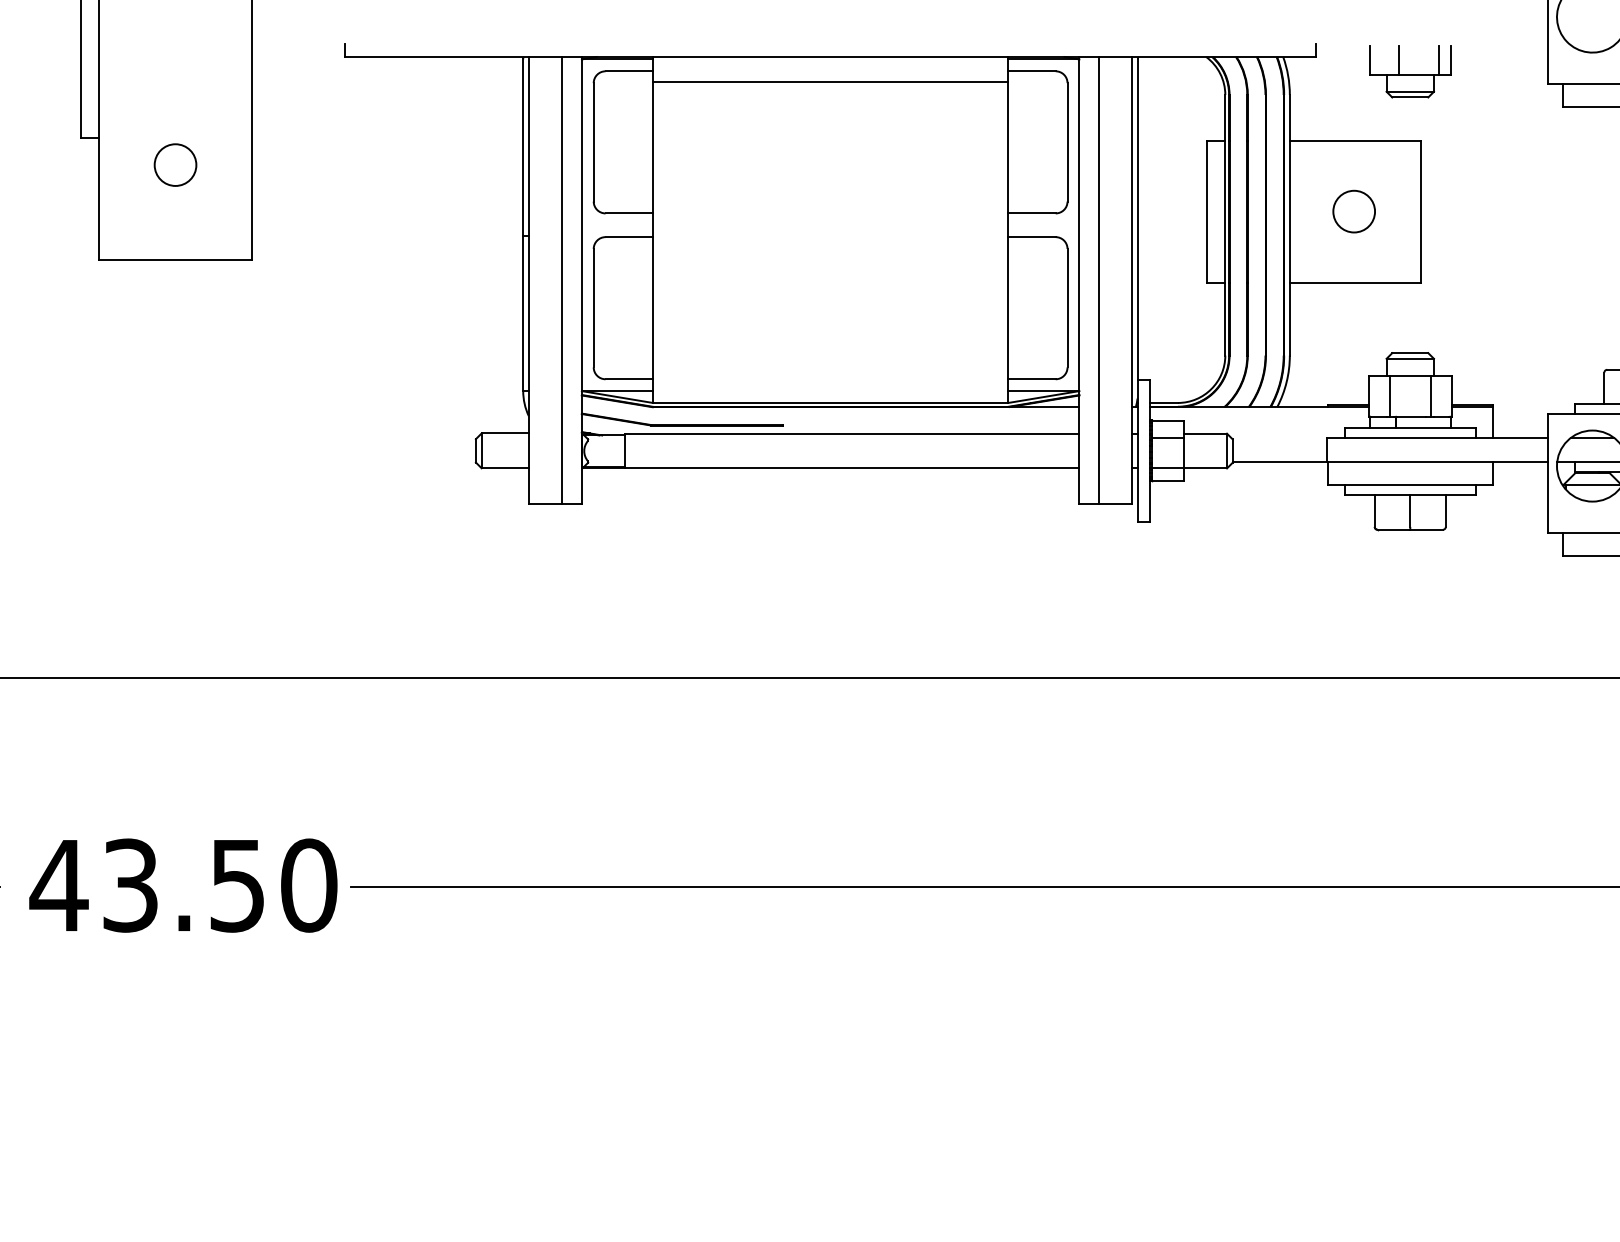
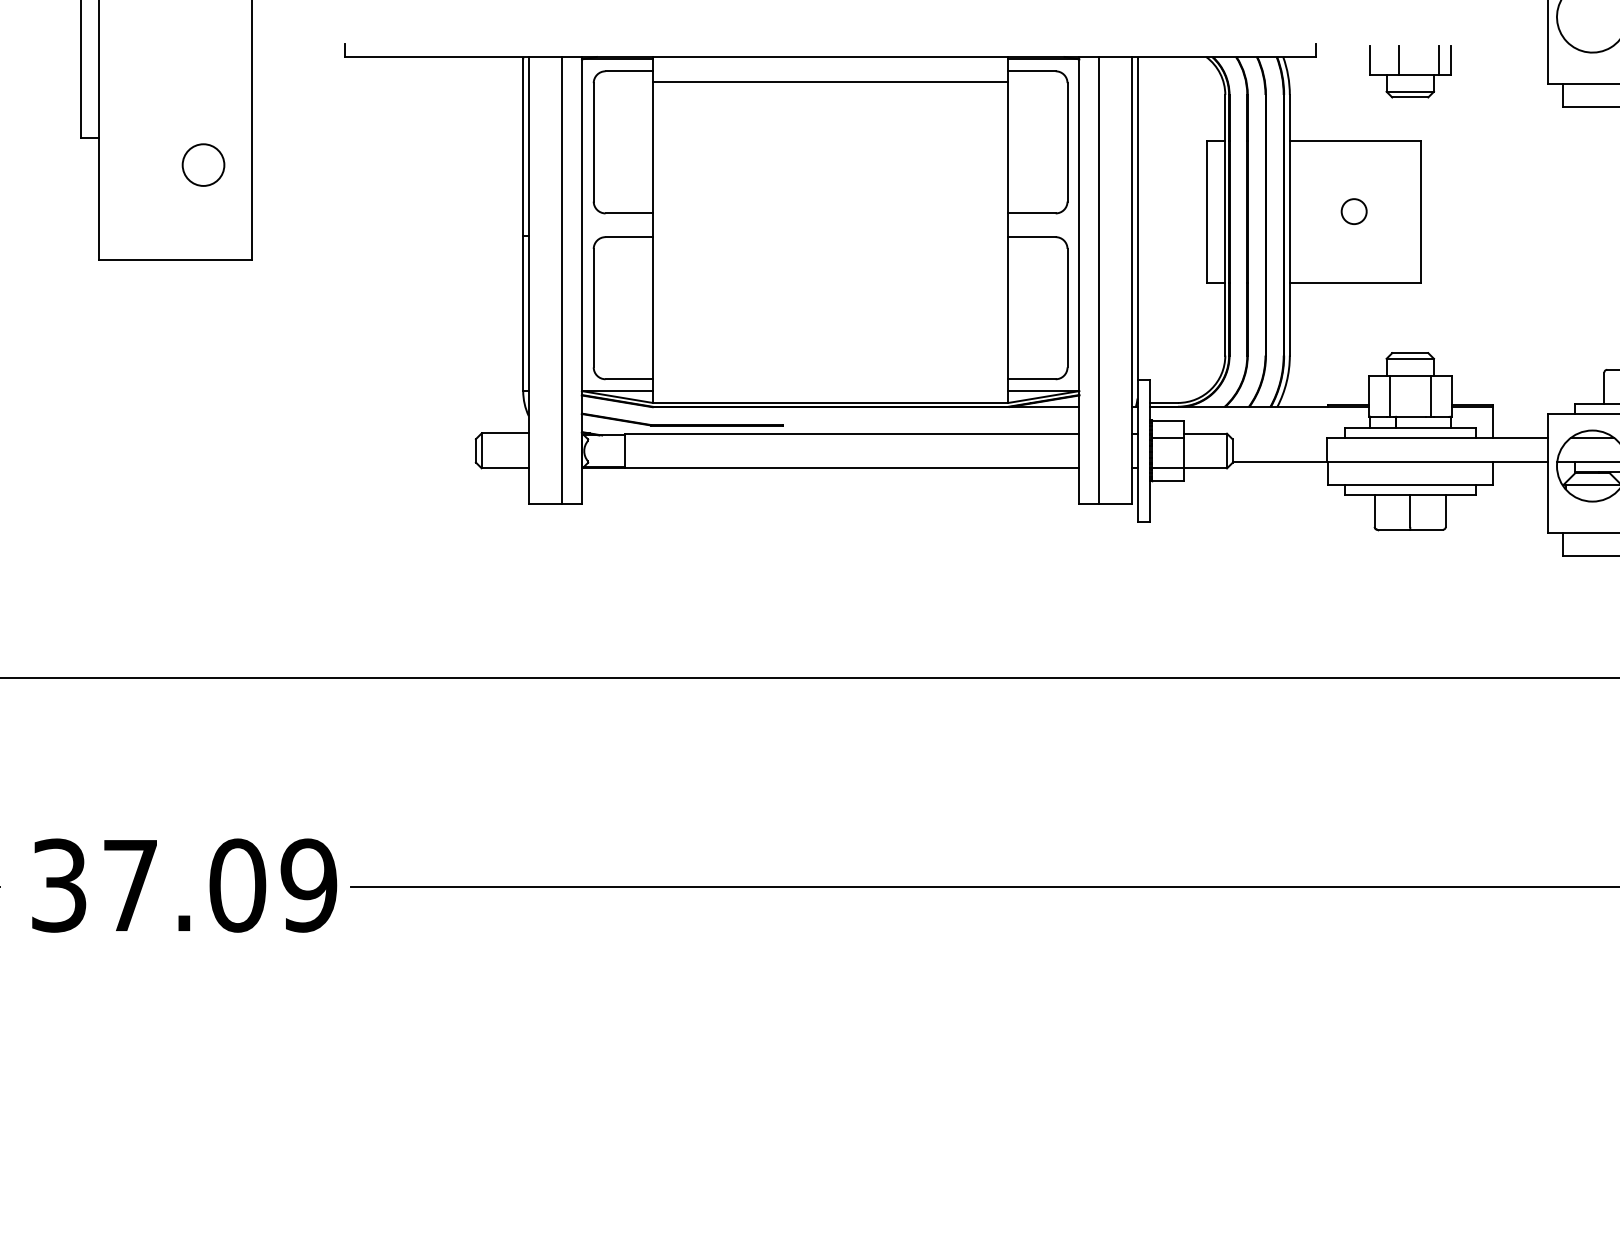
circle at (175, 164) position: (175, 164) -> (203, 164)
circle at (1354, 211) diameter: 42 px -> 25 px
text at (183, 885): 43.50 -> 37.09
